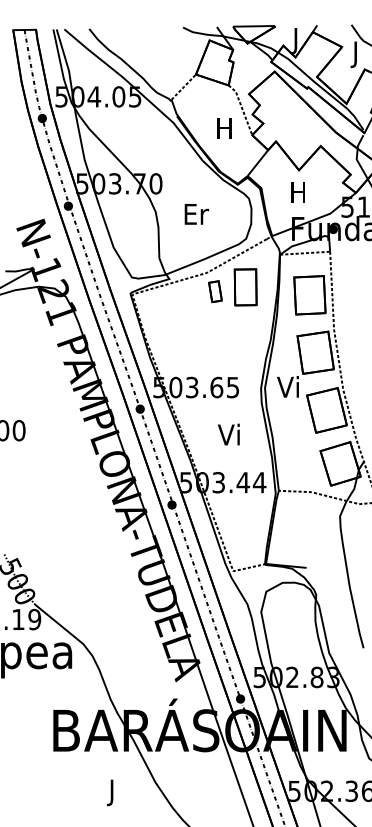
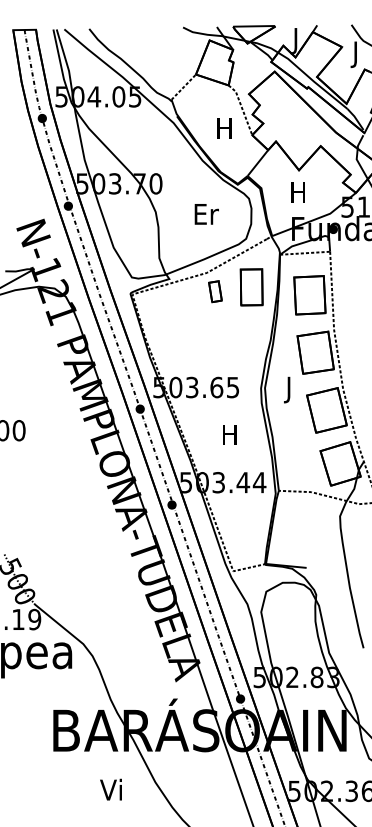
text at (196, 214) position: (196, 214) -> (206, 214)
part at (245, 287) position: (245, 287) -> (251, 287)
text at (287, 389): Vi -> J
text at (228, 434): Vi -> H
text at (110, 792): J -> Vi
